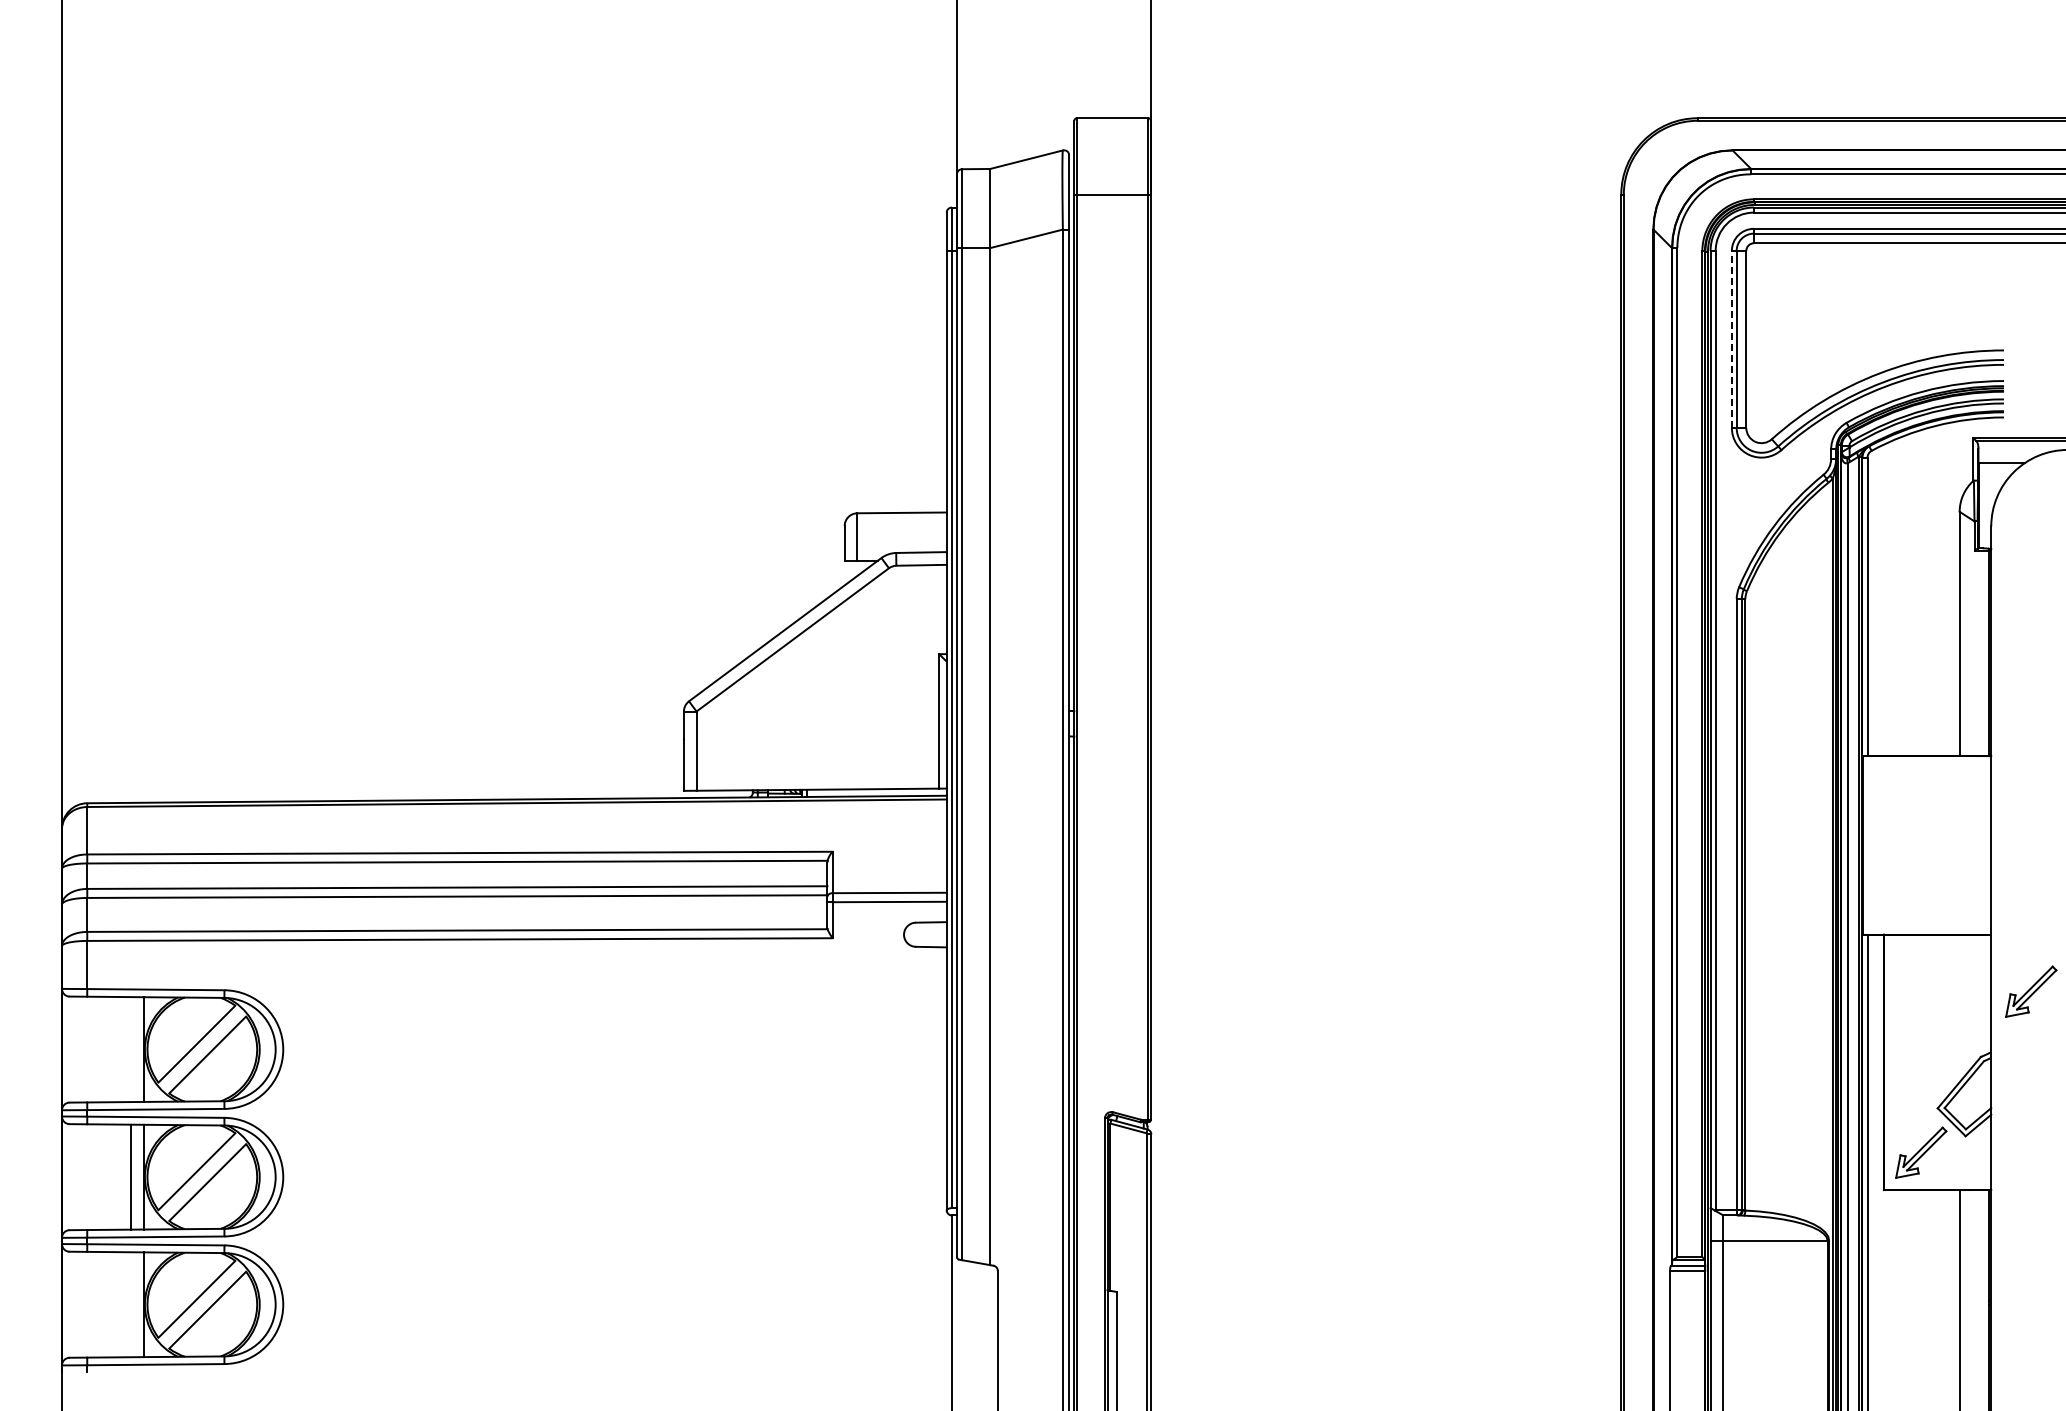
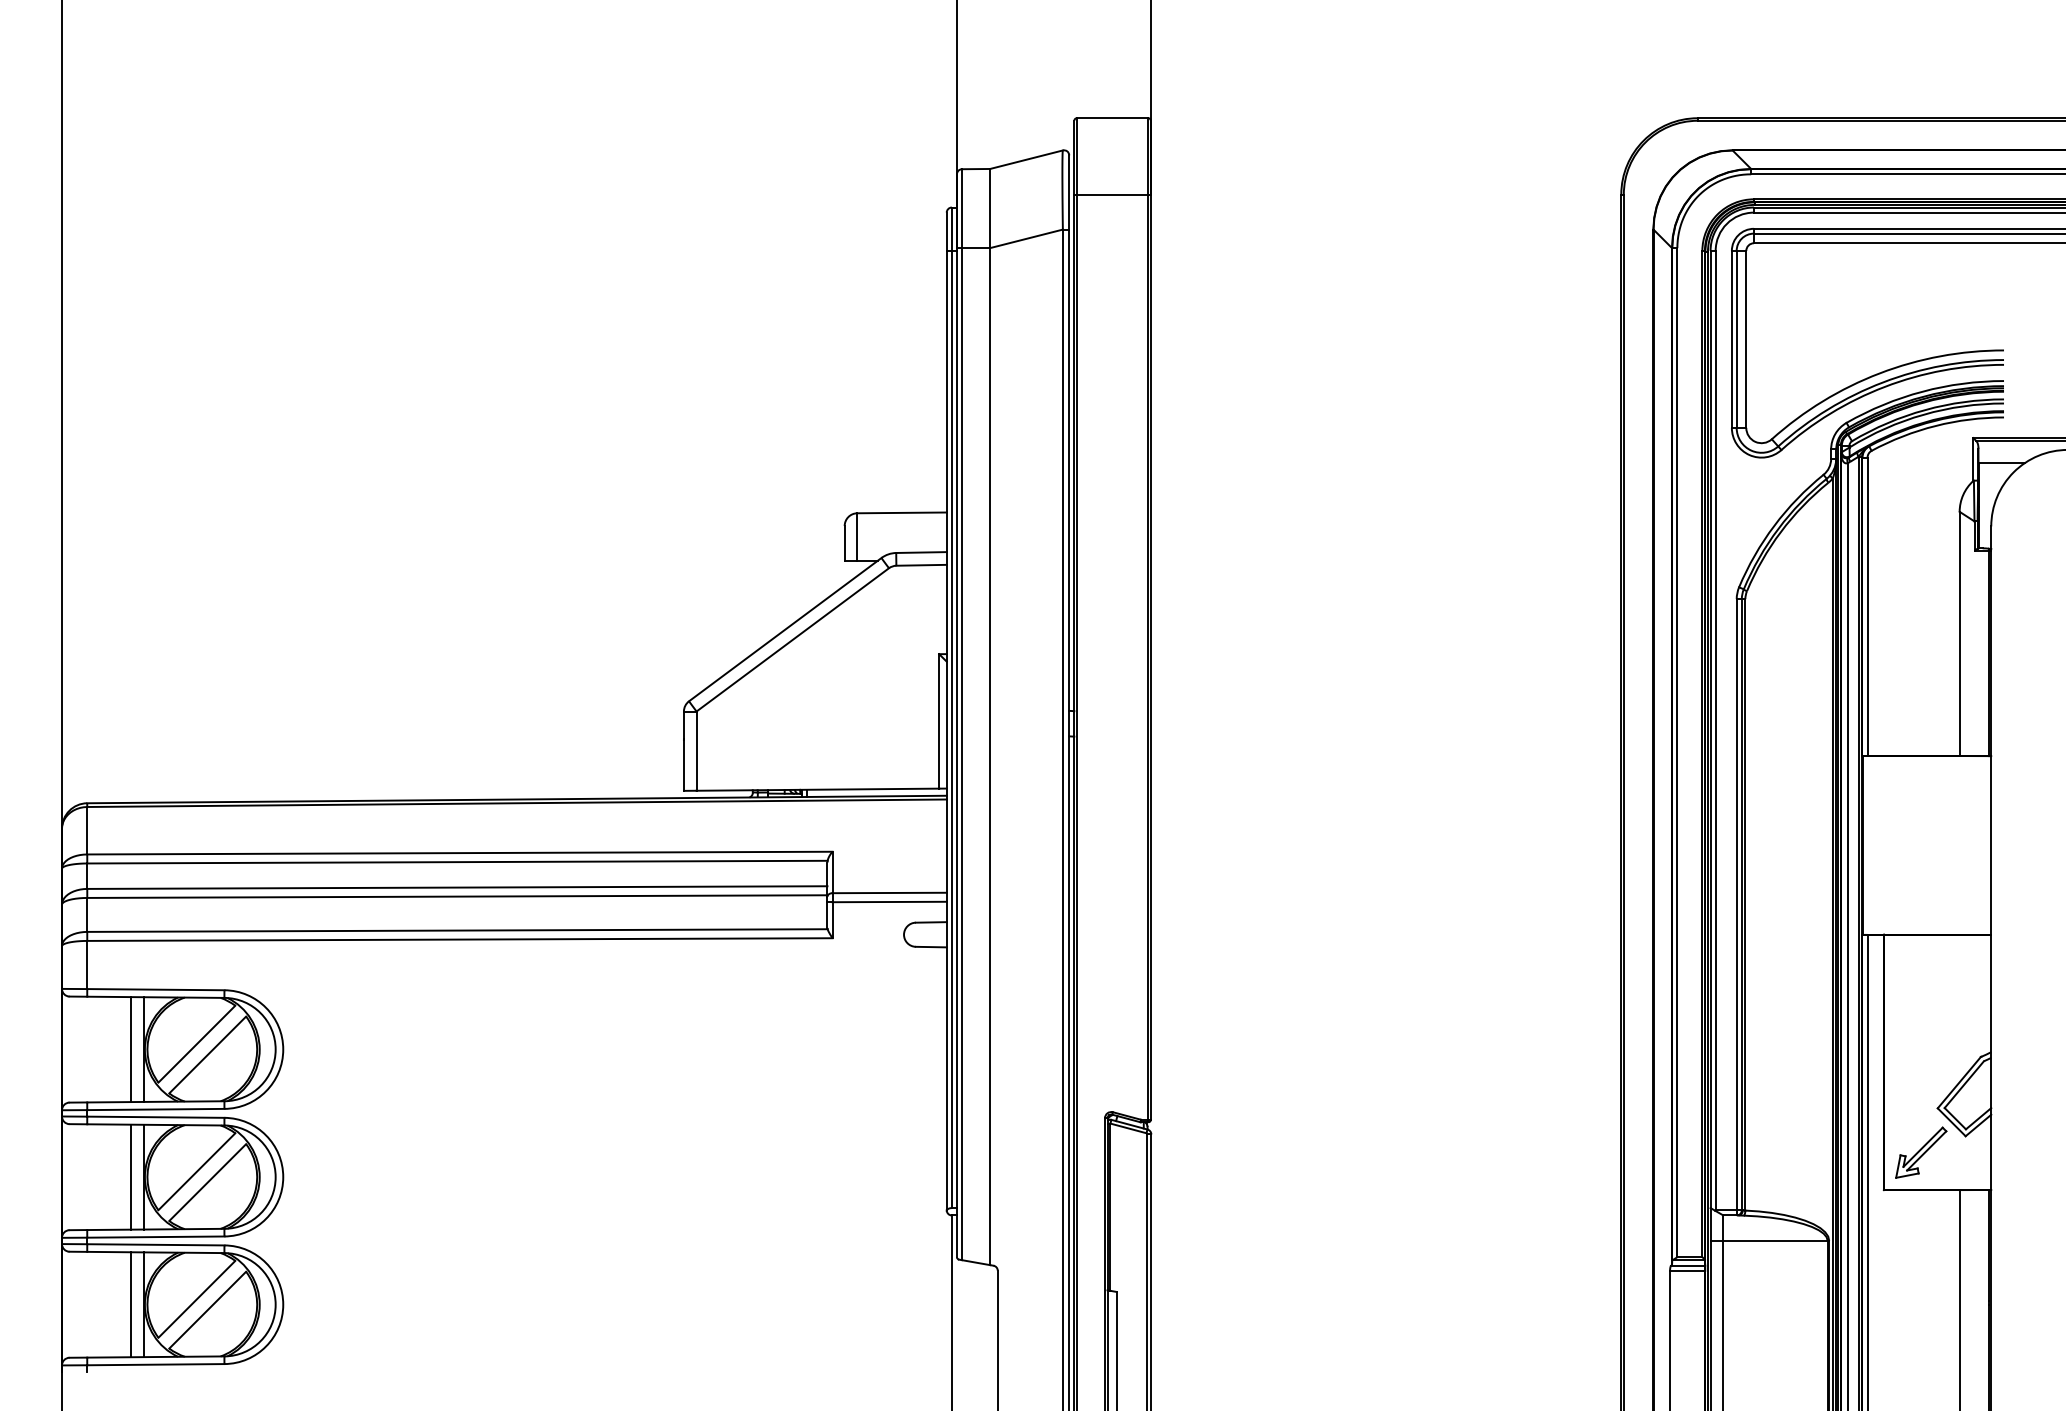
line at (1731, 338): dashed -> solid
part at (2031, 991): present -> none
line at (130, 1049): none -> present
line at (130, 1304): none -> present
